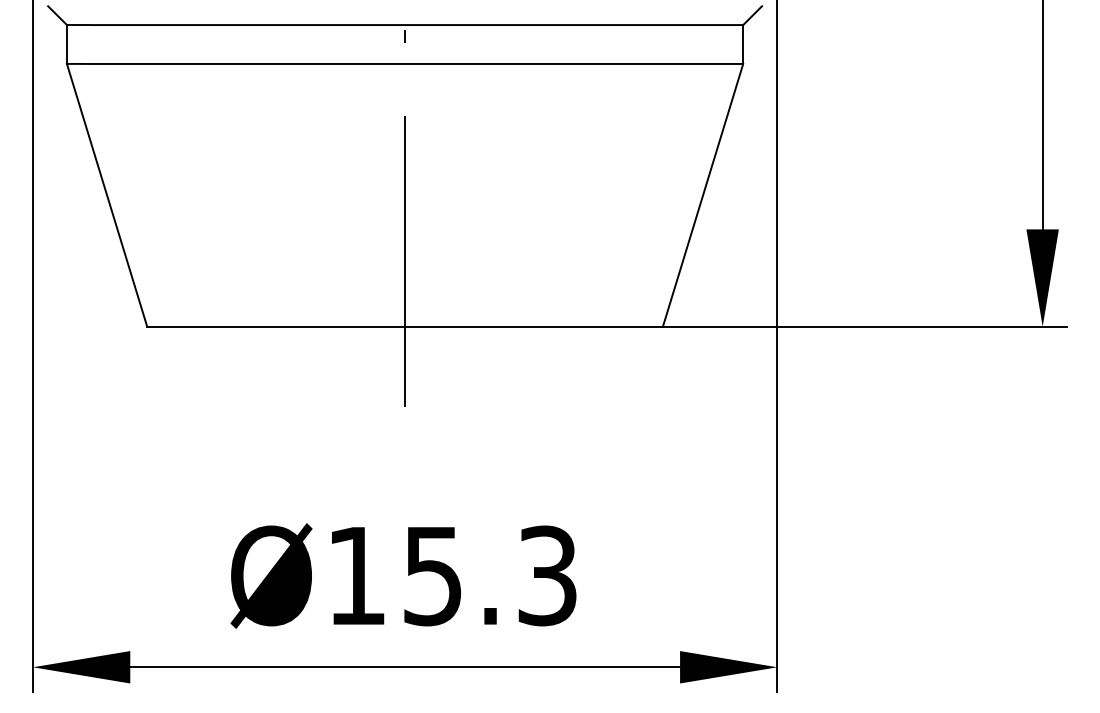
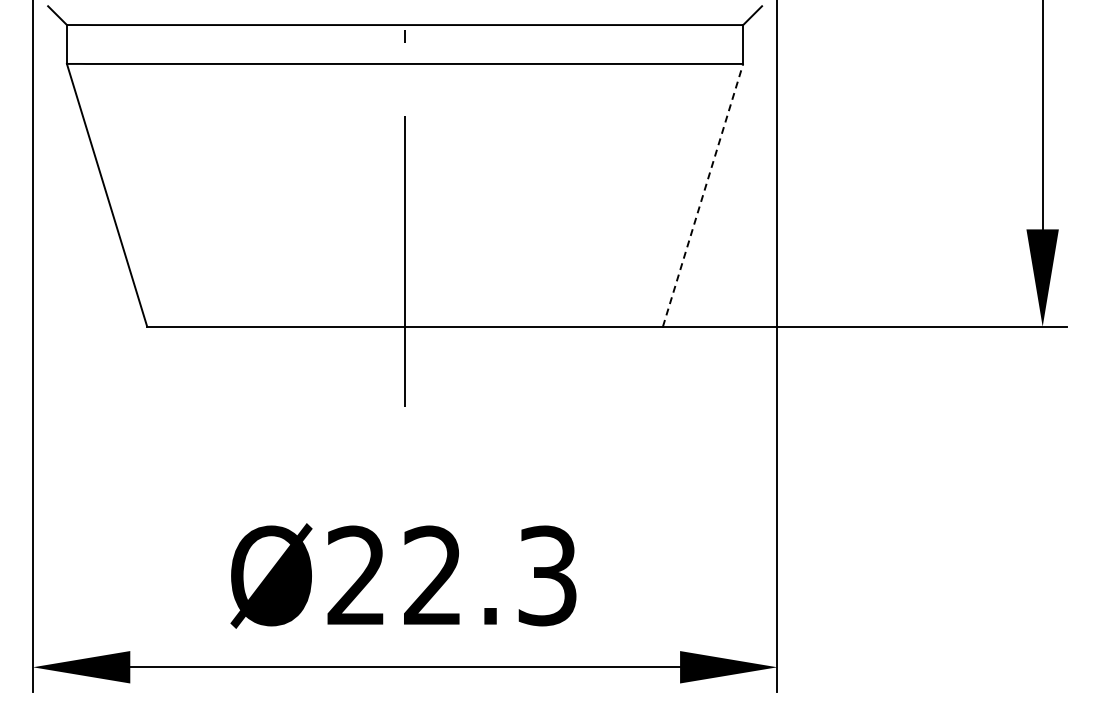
line at (703, 194): solid -> dashed
text at (394, 575): Ø15.3 -> Ø22.3
